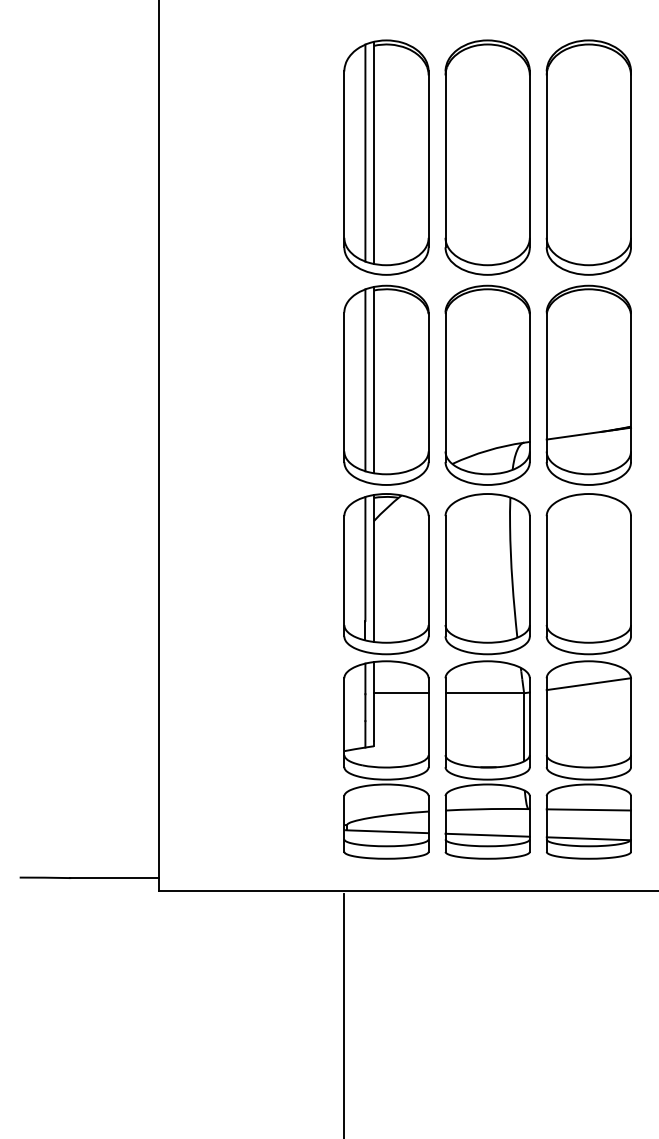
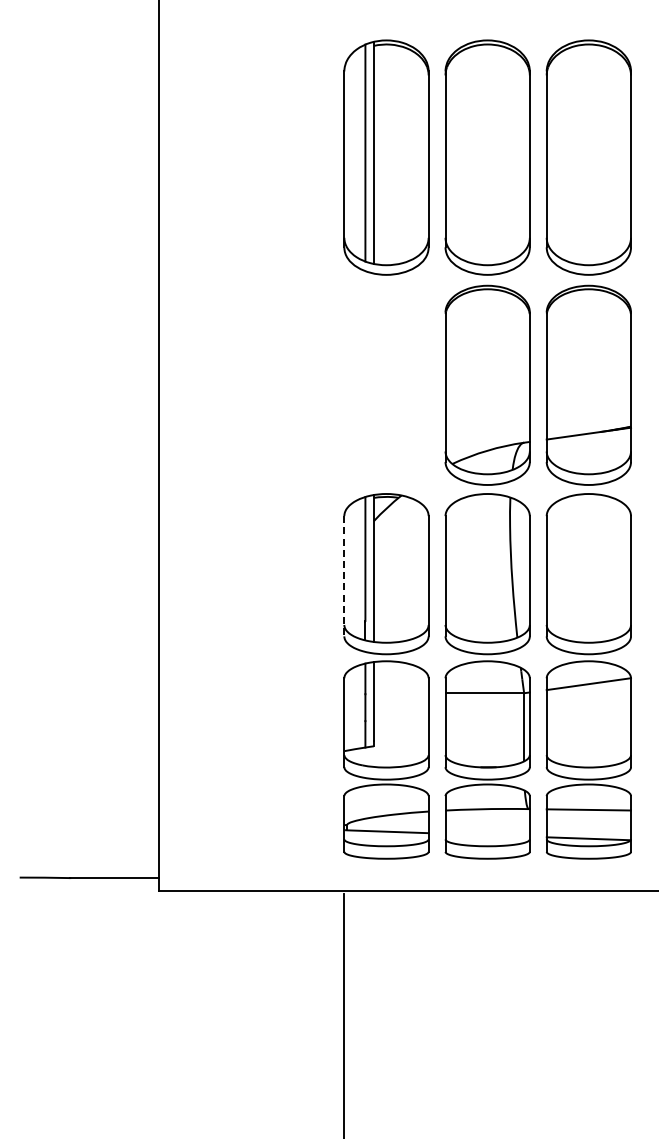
part at (386, 384): present -> none
line at (344, 576): solid -> dashed
line at (400, 693): present -> none
line at (487, 834): present -> none
